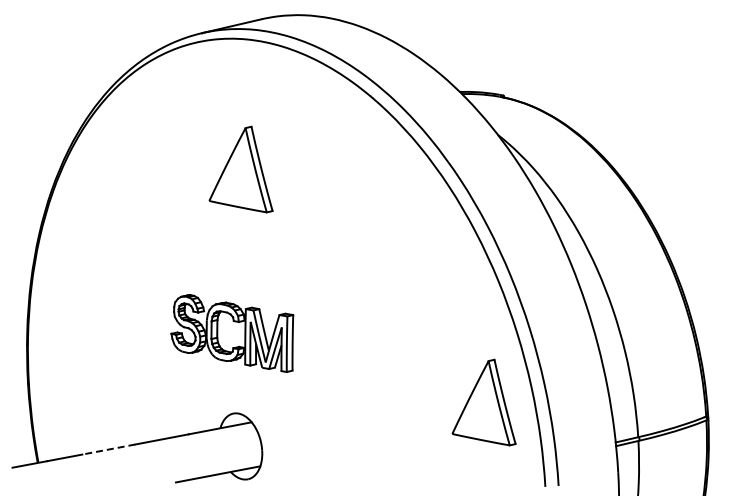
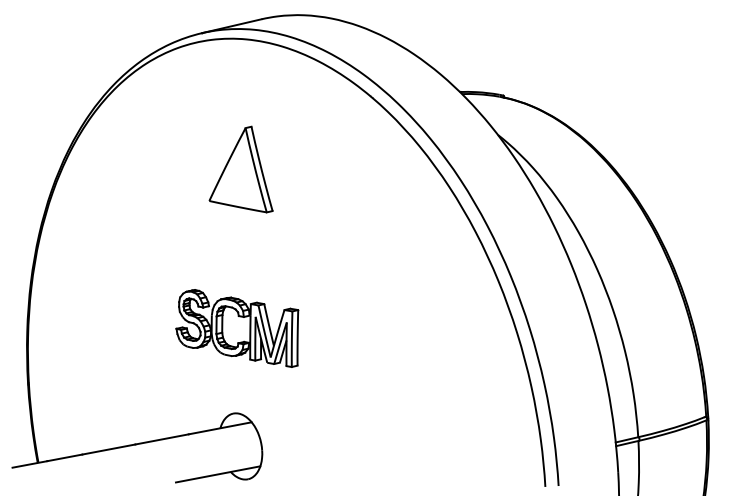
part at (232, 333) position: (232, 333) -> (237, 328)
part at (483, 402): present -> none
line at (108, 449): dashed -> solid
